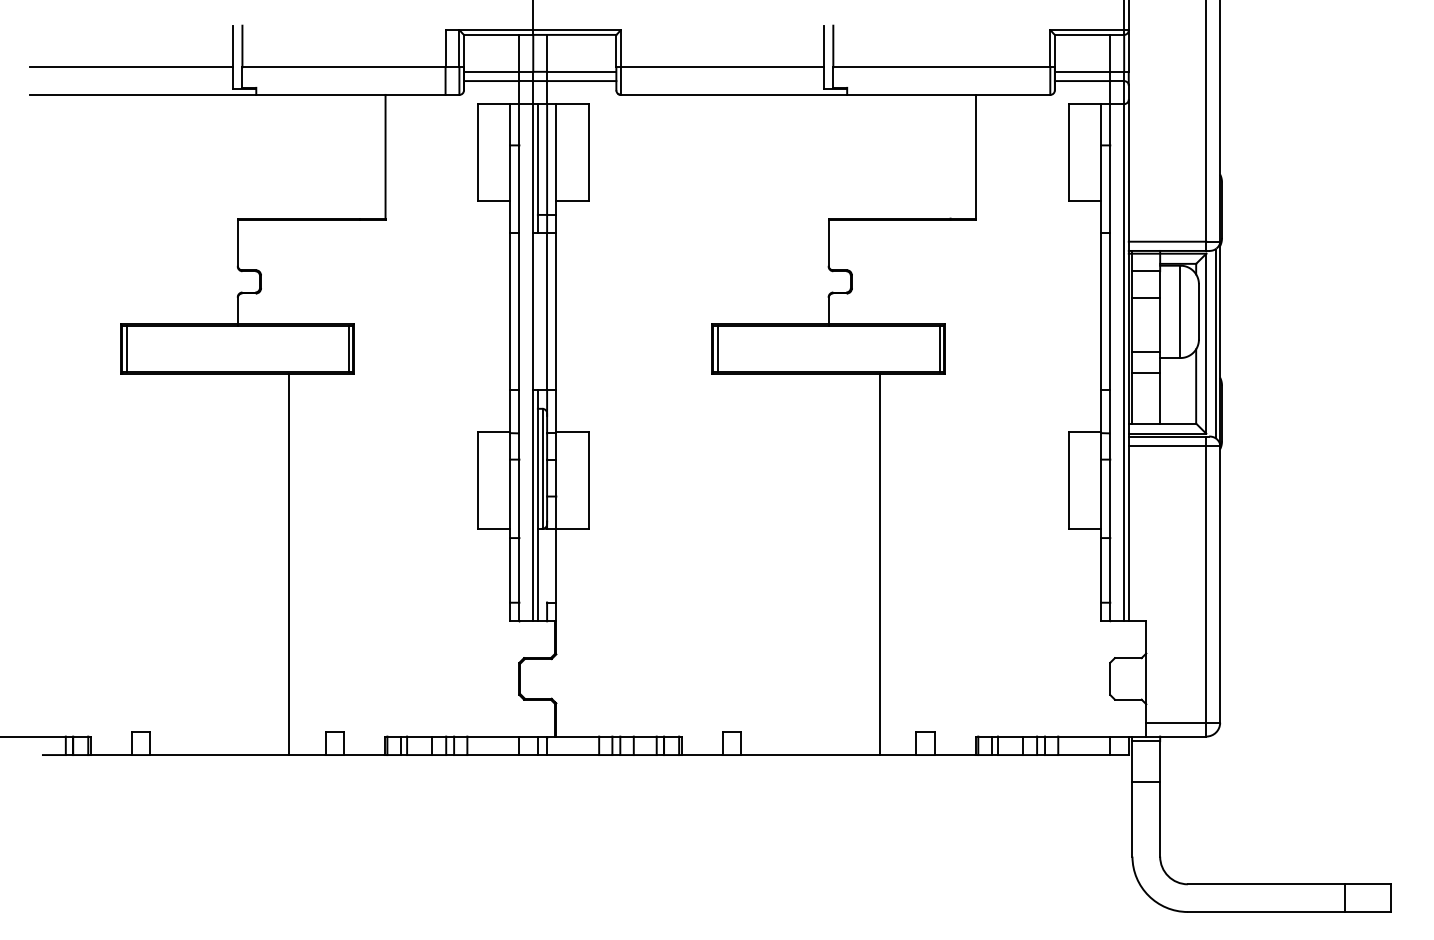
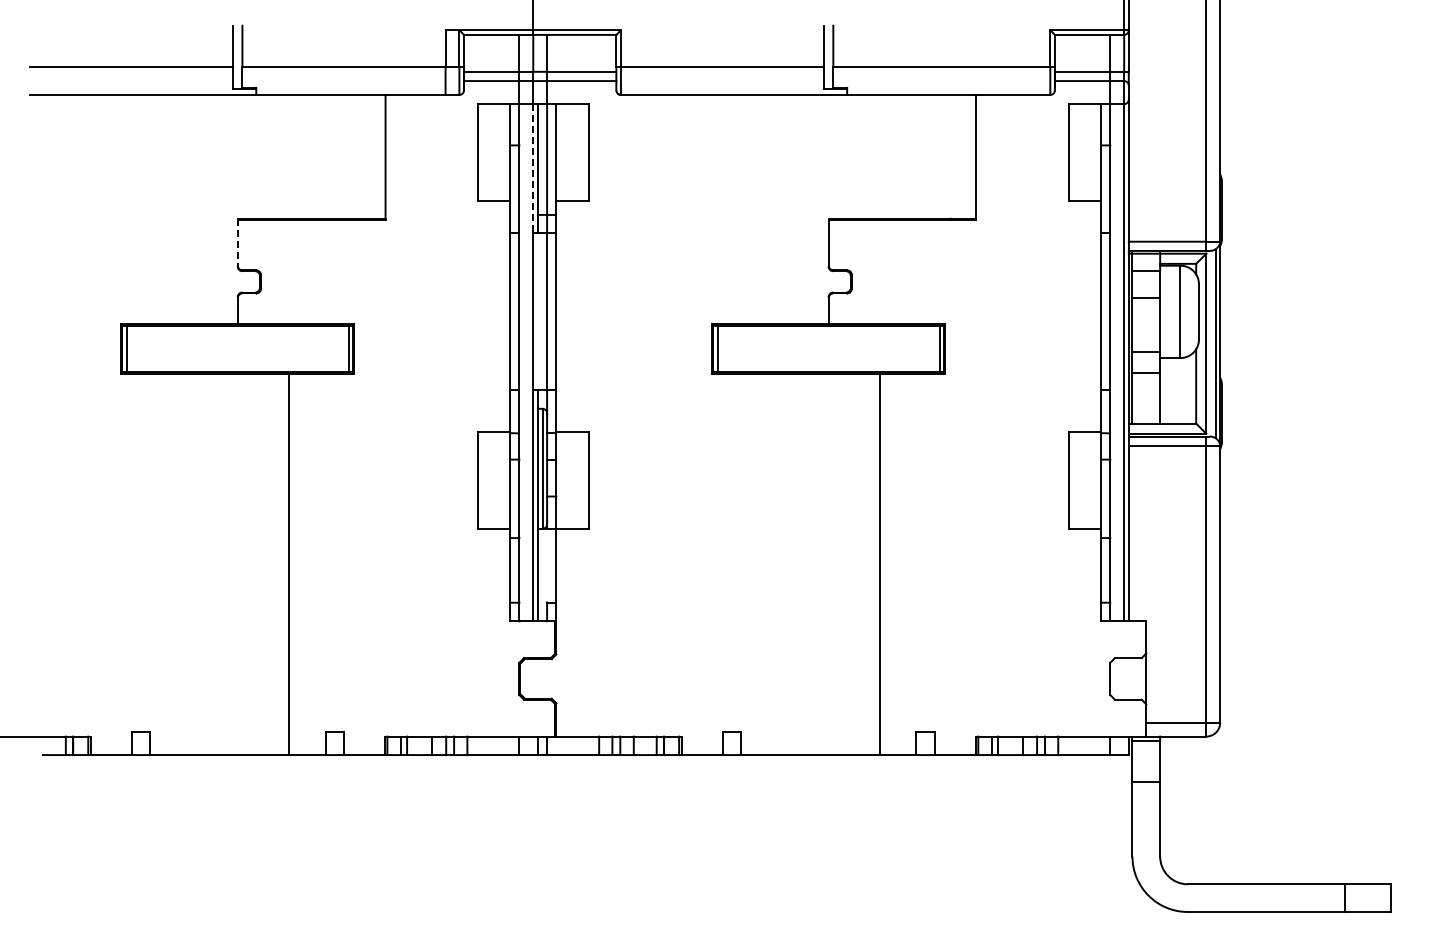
line at (533, 168): solid -> dashed
line at (237, 243): solid -> dashed
